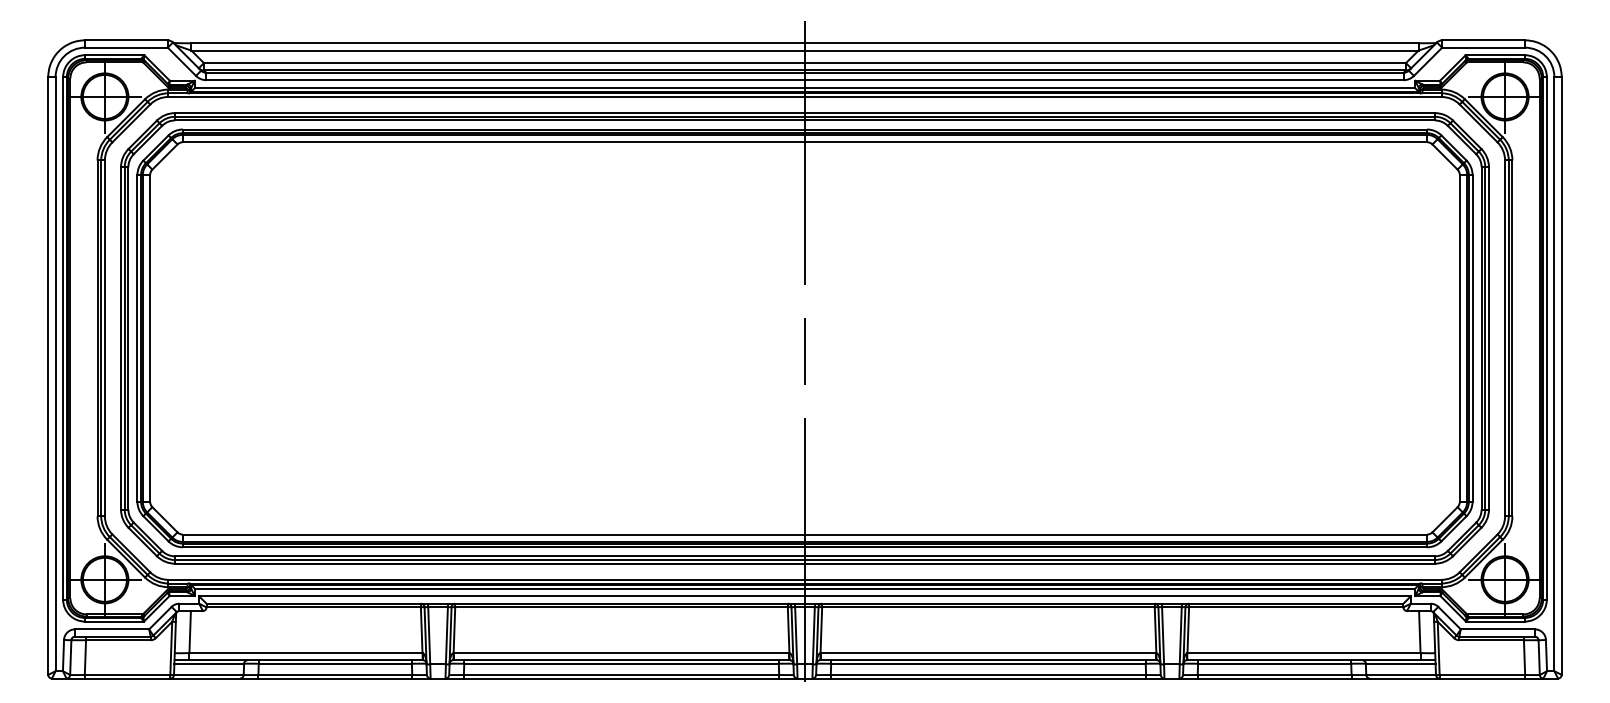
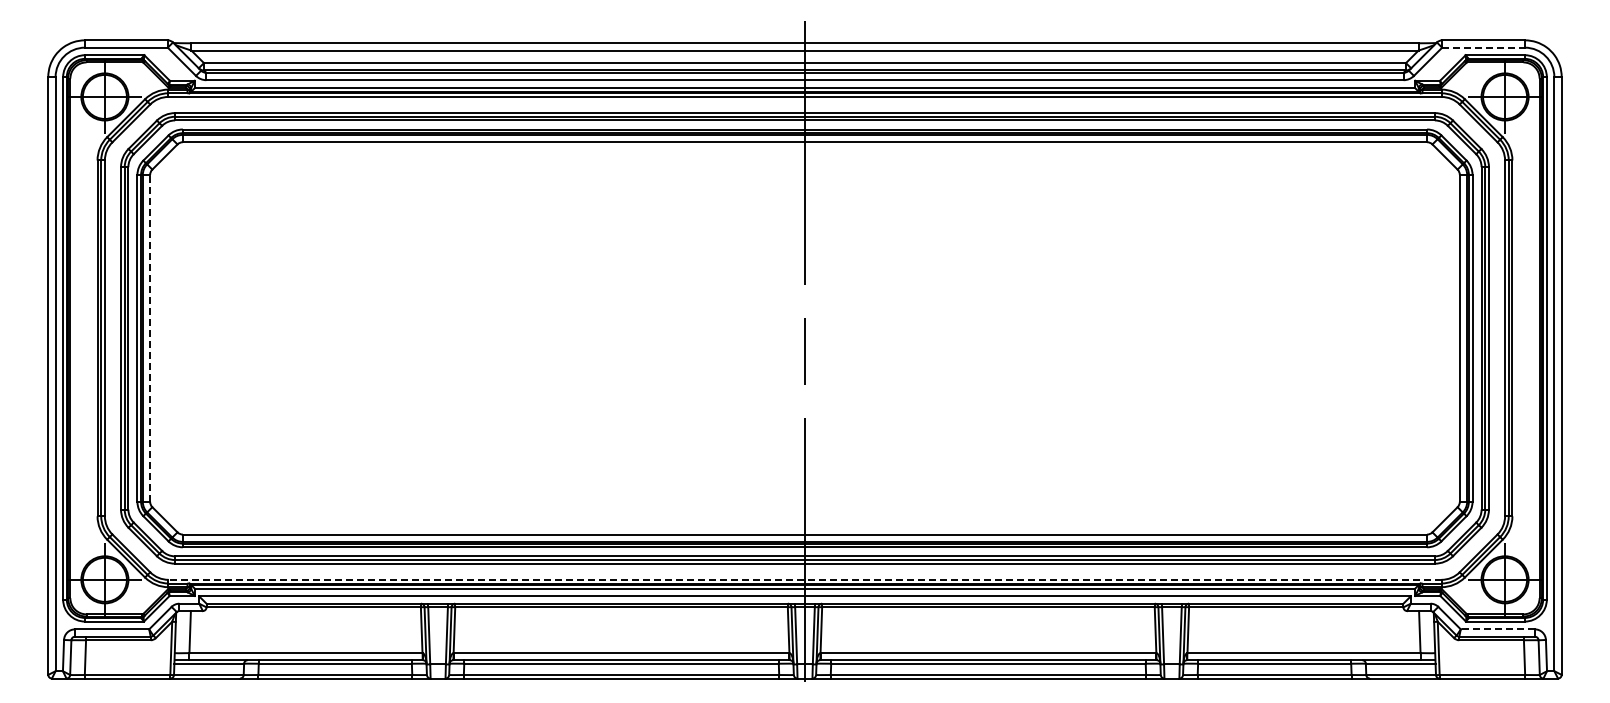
line at (1484, 47): solid -> dashed
line at (150, 337): solid -> dashed
line at (805, 579): solid -> dashed
line at (1497, 629): solid -> dashed
